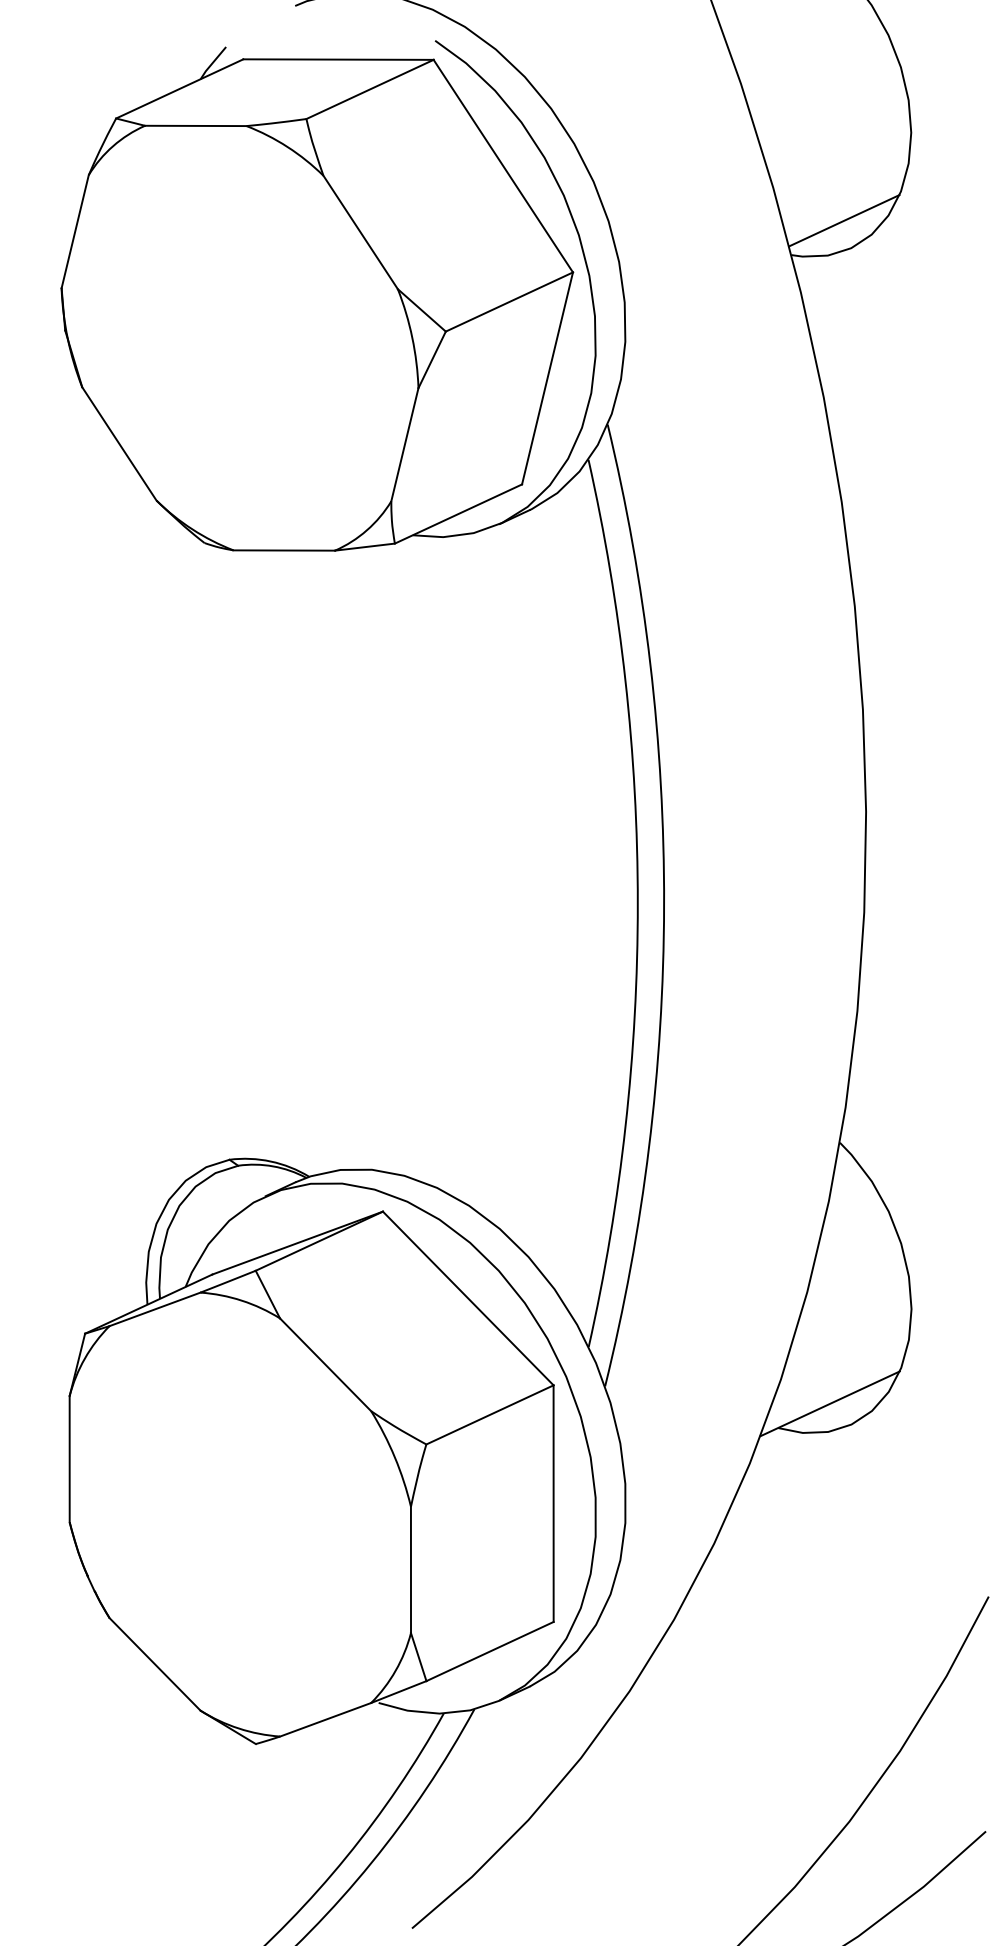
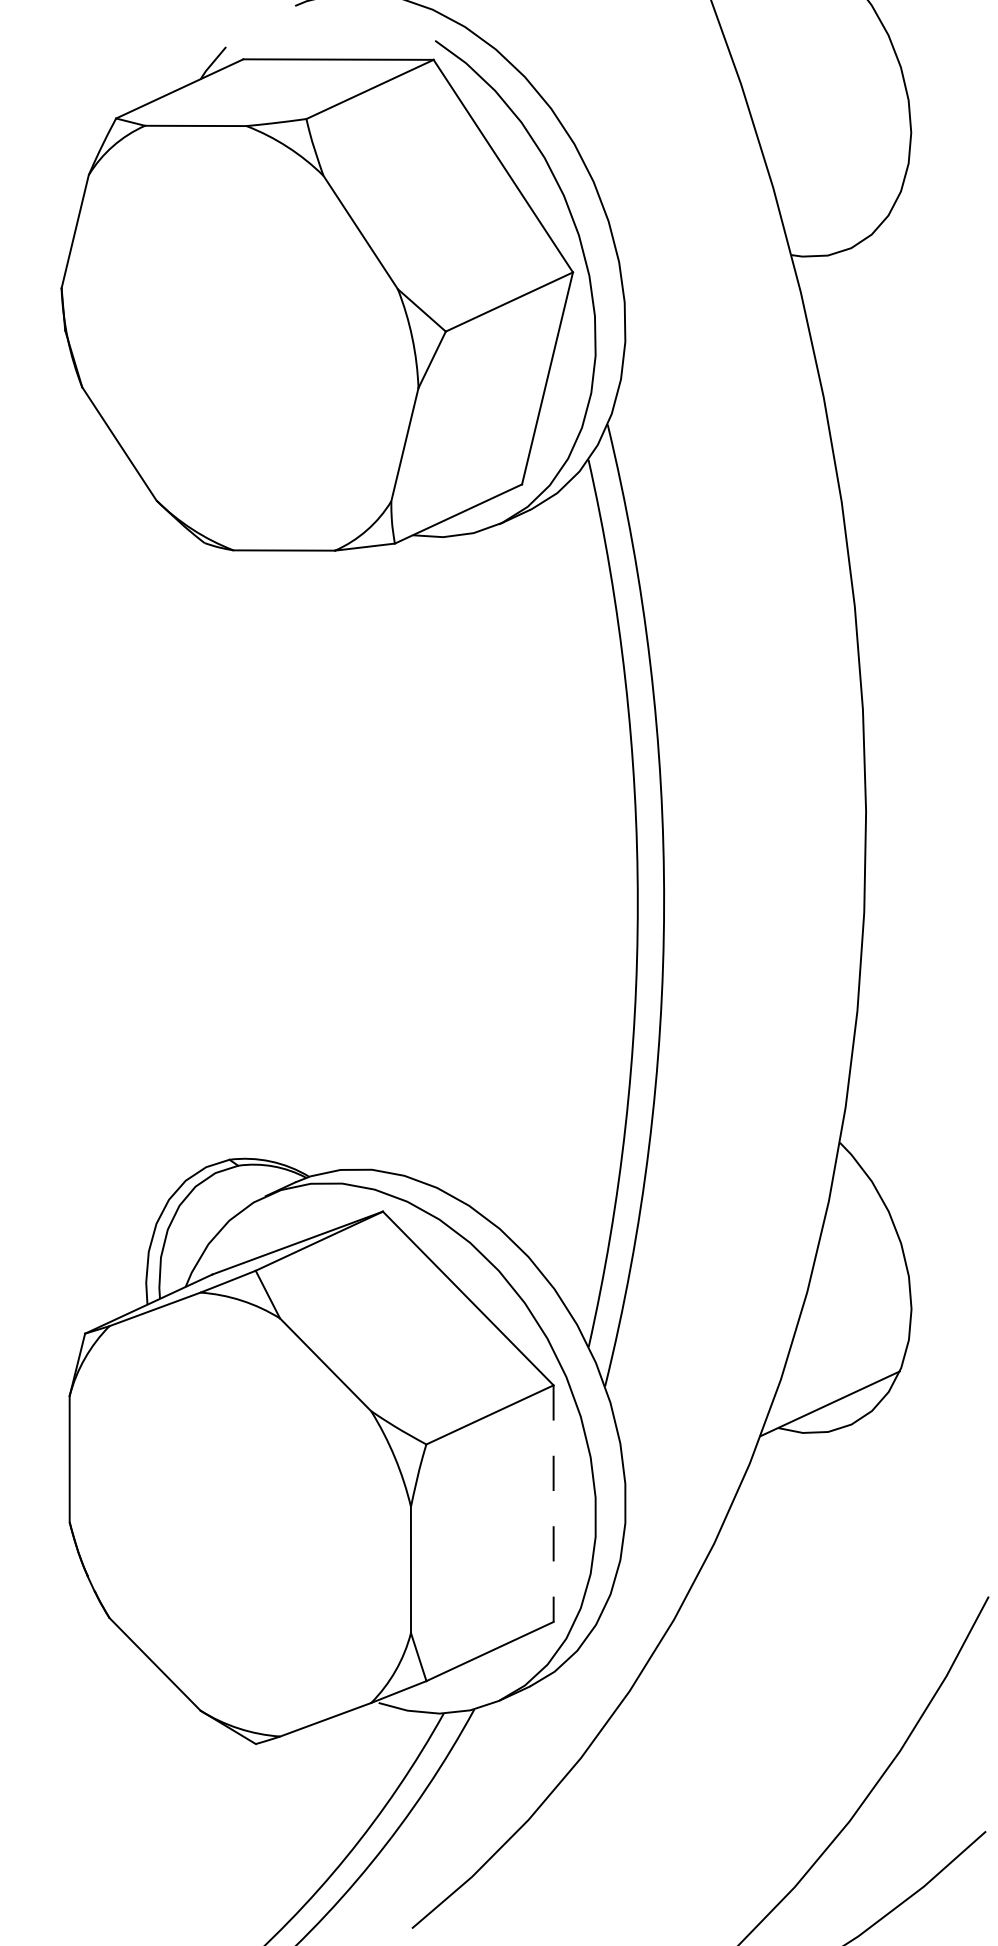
line at (844, 220): present -> none
line at (553, 1504): solid -> dashed
